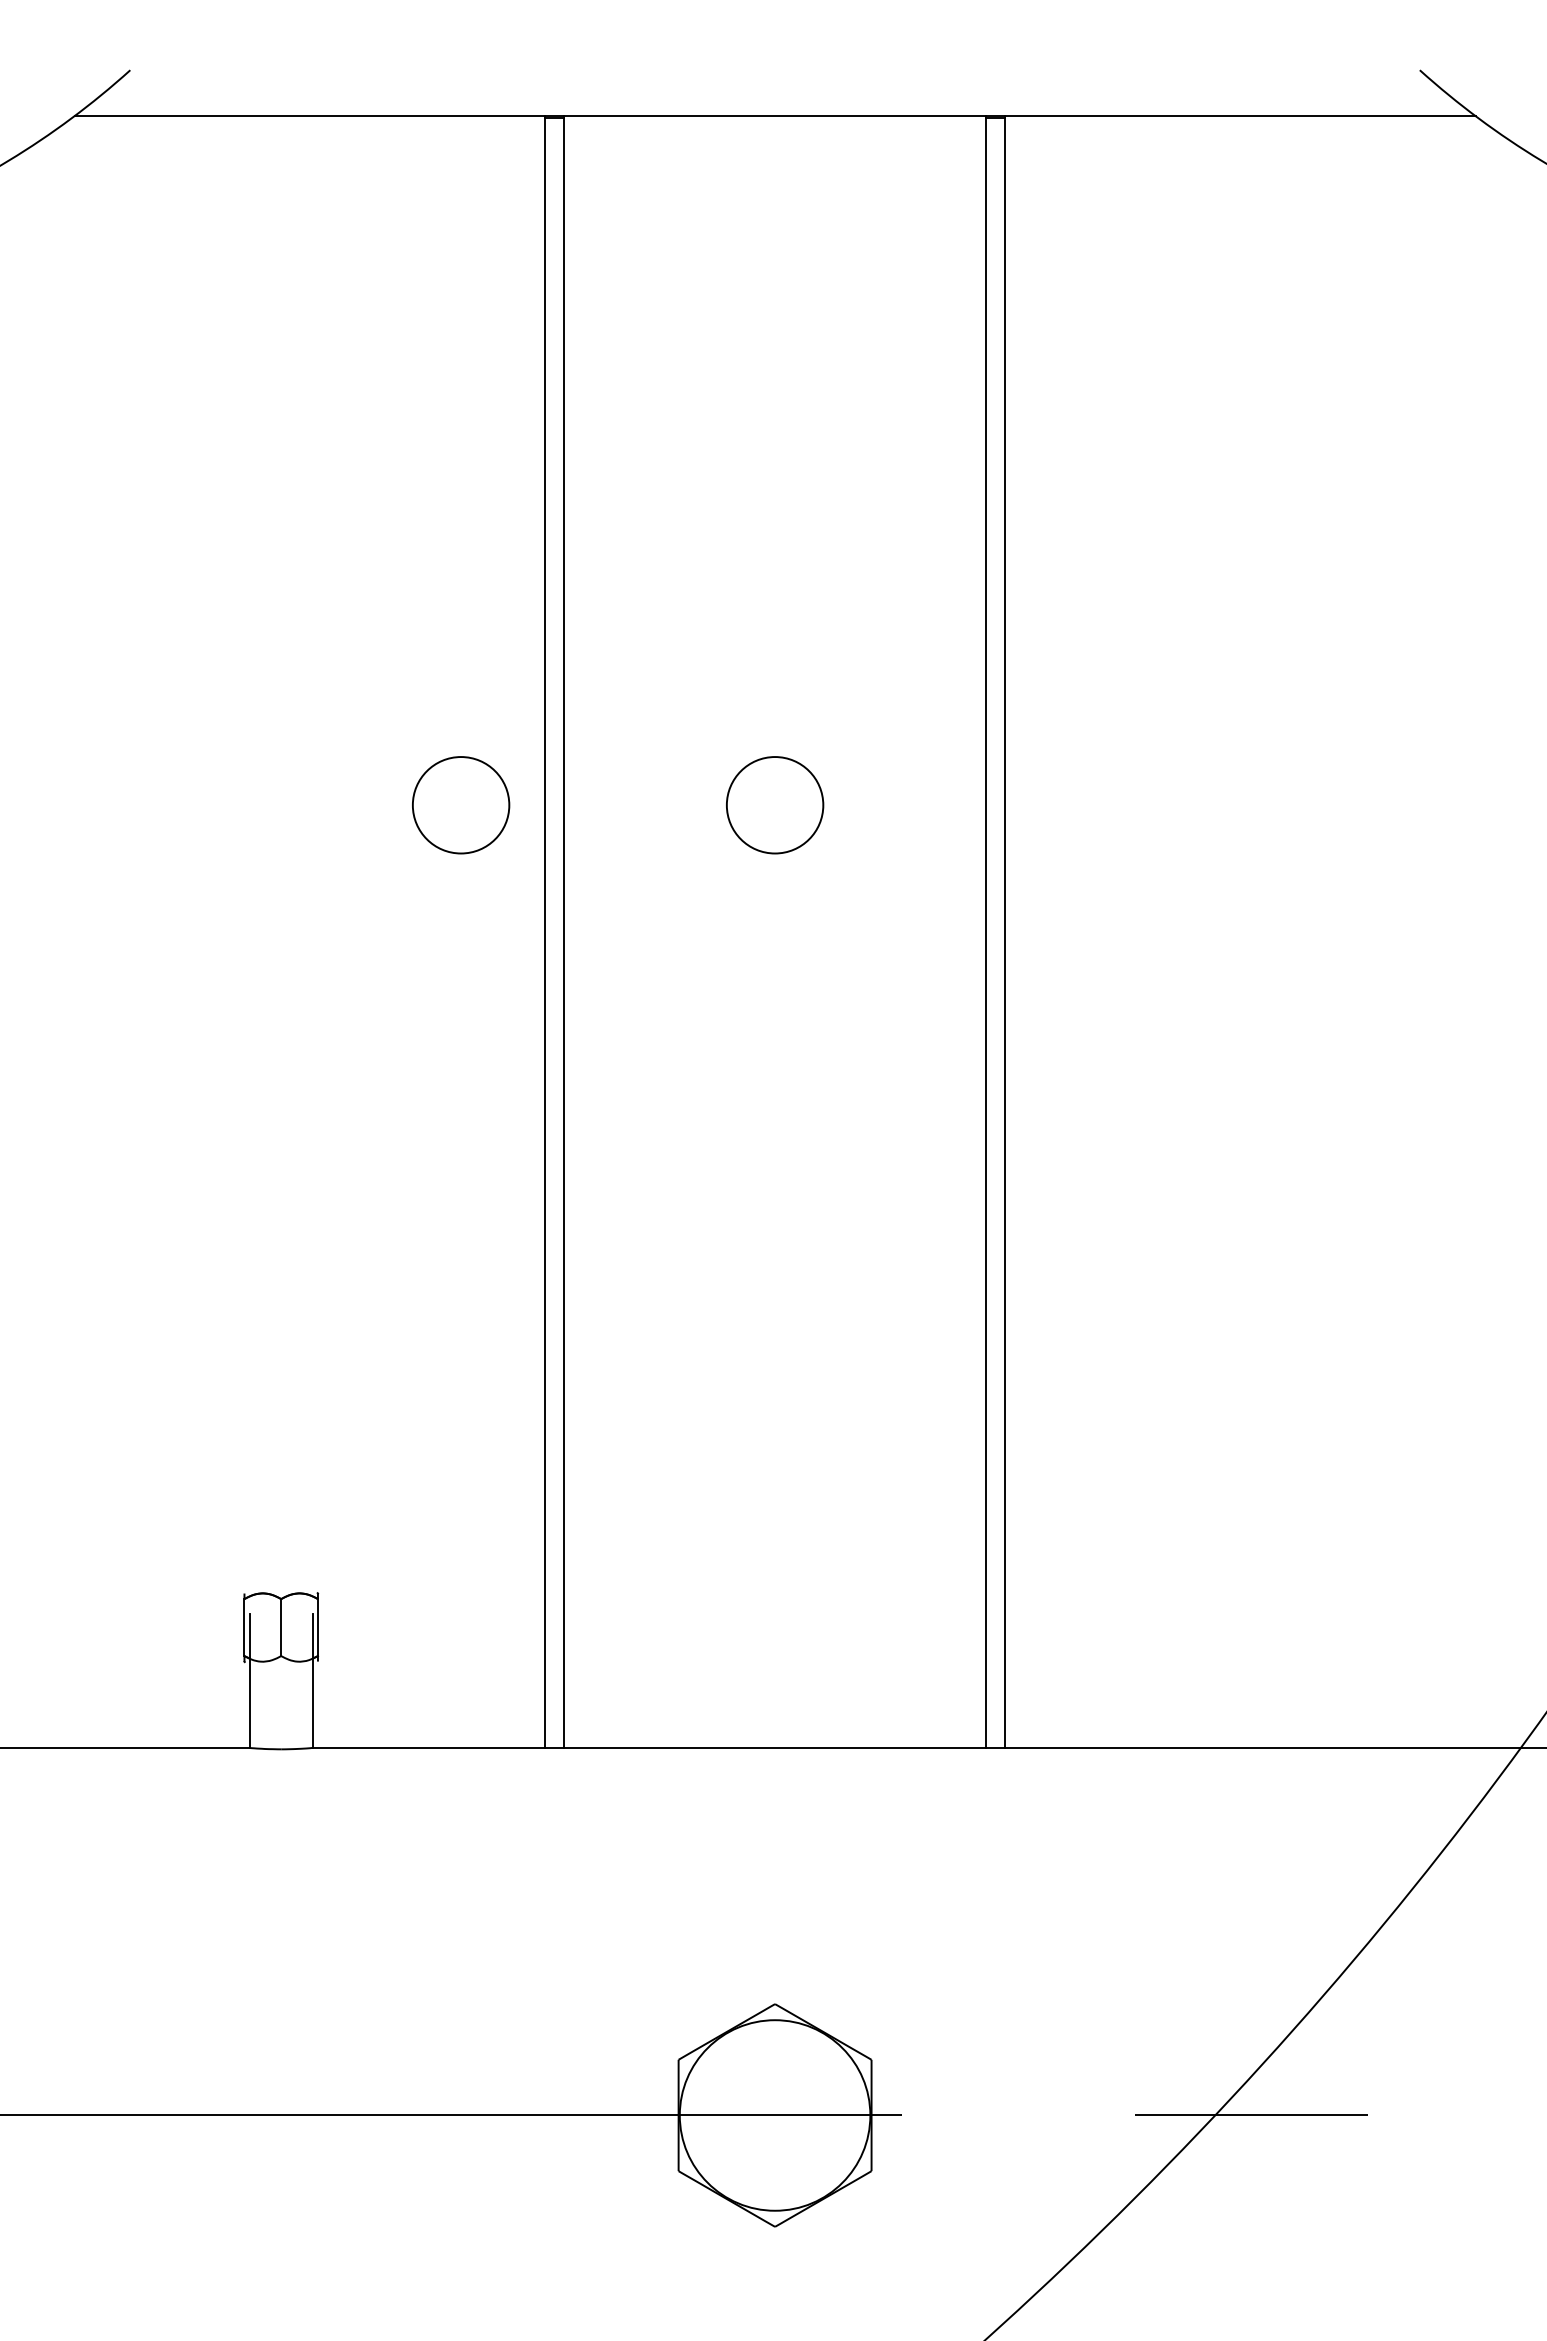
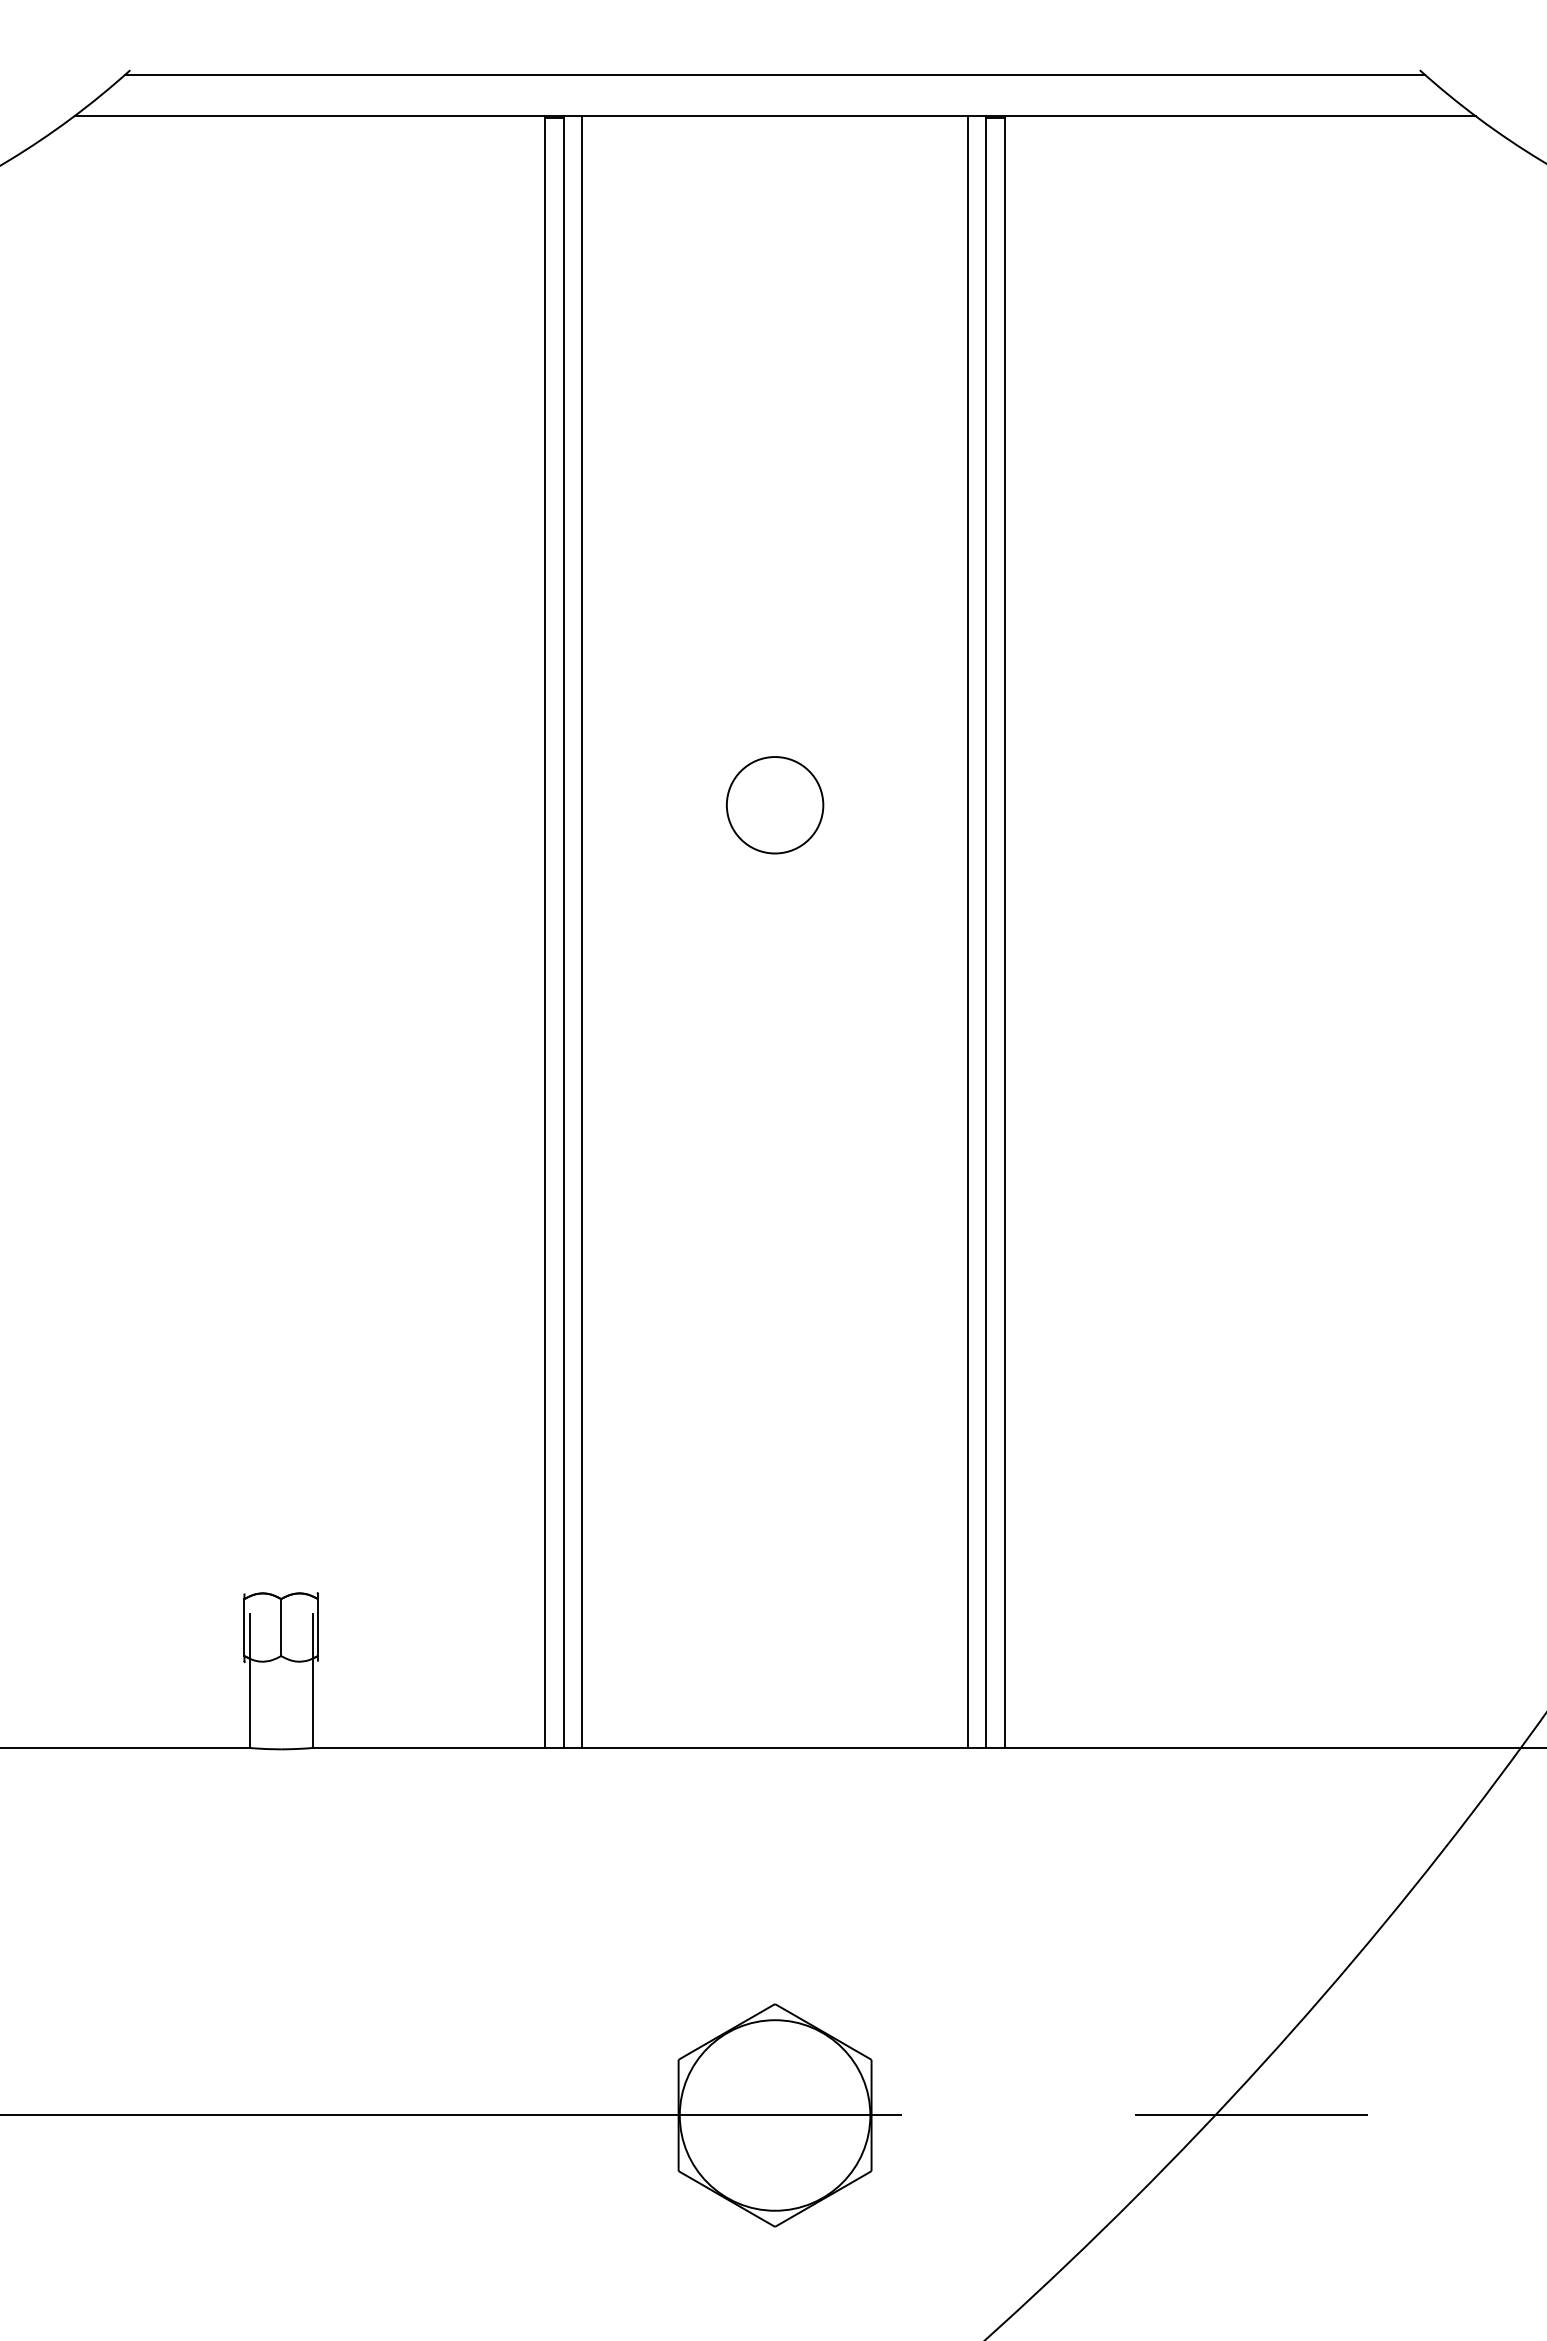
line at (774, 74): none -> present
circle at (461, 805): present -> none
line at (582, 931): none -> present
line at (968, 931): none -> present
